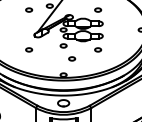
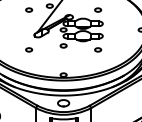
part at (72, 58): present -> none
